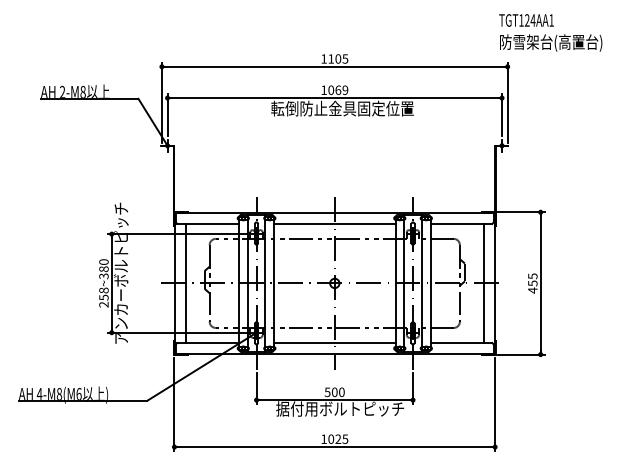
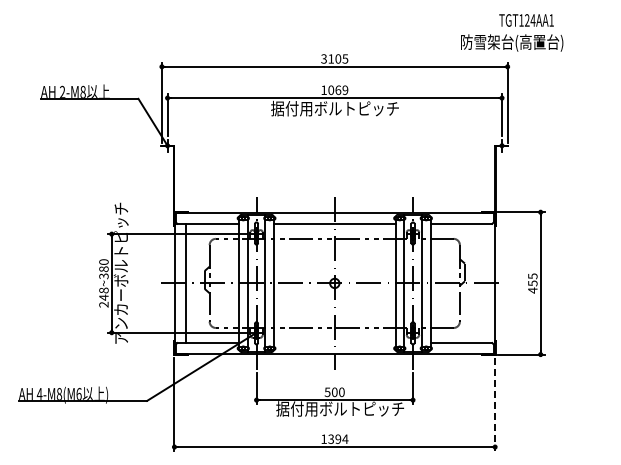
text at (551, 42) position: (551, 42) -> (512, 42)
text at (323, 58): 1105 -> 3105
text at (342, 108): 転倒防止金具固定位置 -> 据付用ボルトピッチ
line at (483, 283): present -> none
text at (103, 297): 258~380 -> 248~380
line at (334, 343): present -> none
line at (495, 404): solid -> dashed
text at (337, 438): 1025 -> 1394
